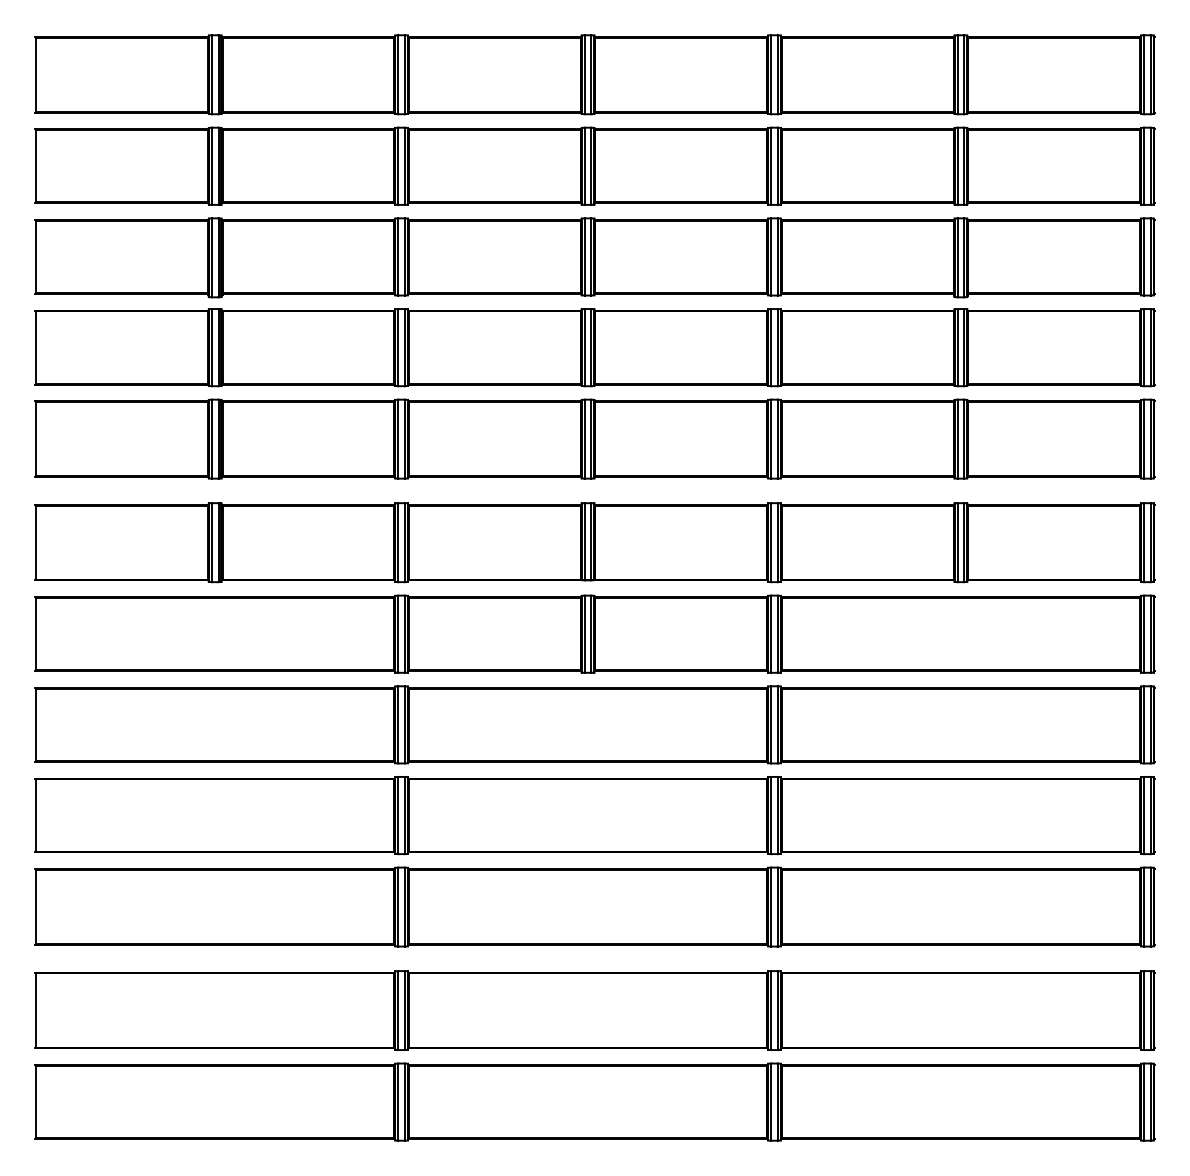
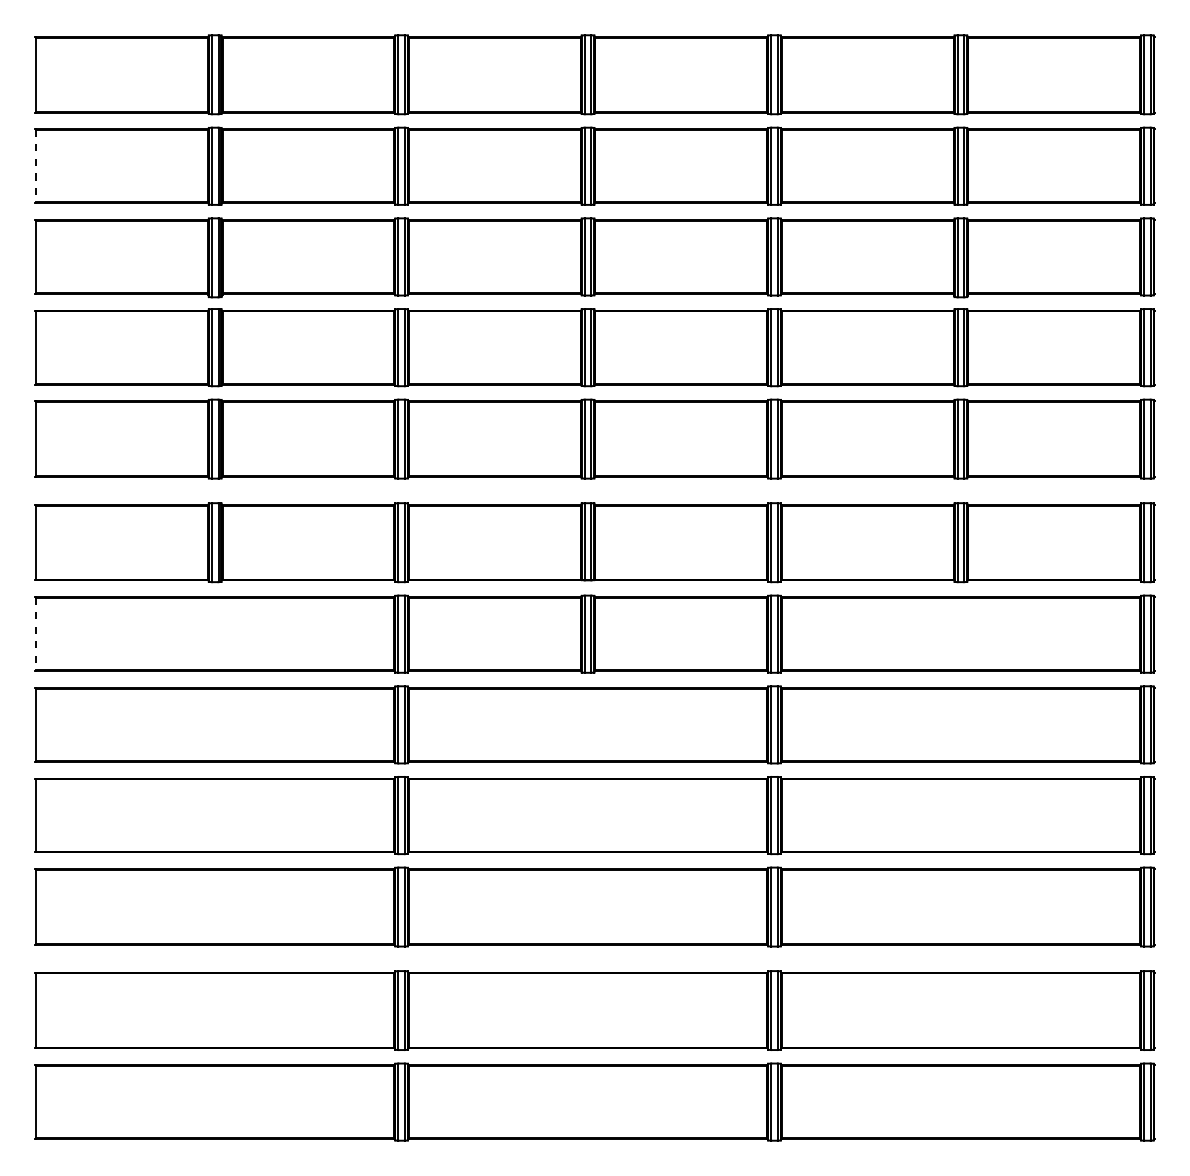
line at (36, 166): solid -> dashed
line at (36, 634): solid -> dashed
